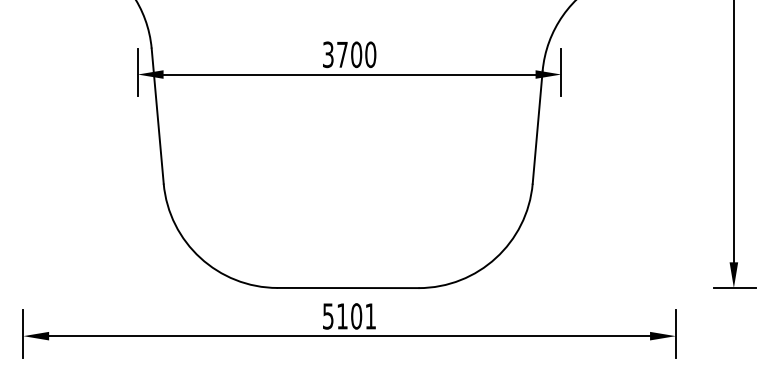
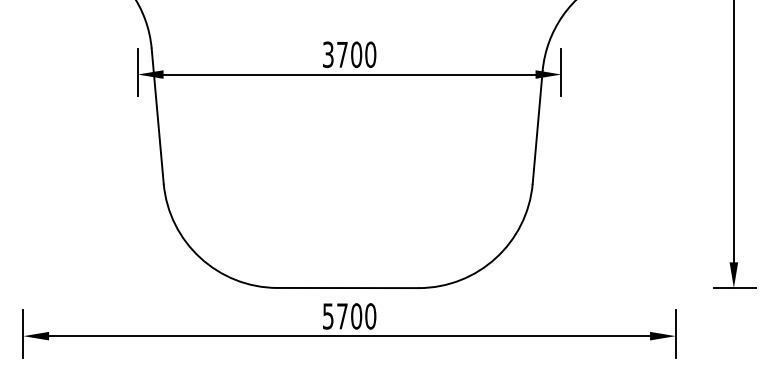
text at (356, 316): 5101 -> 5700
